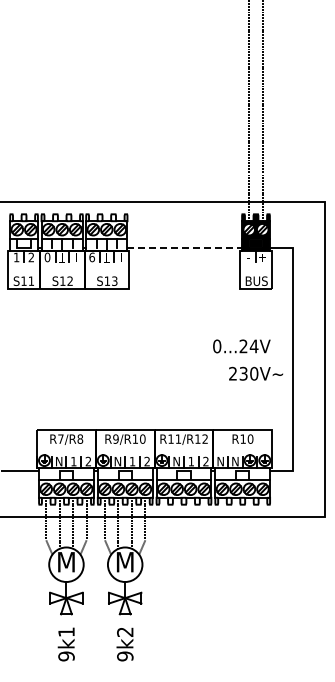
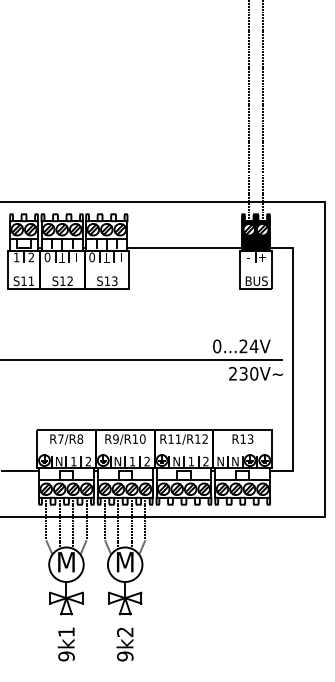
line at (185, 247): dashed -> solid
text at (91, 256): 6 -> 0
line at (142, 359): none -> present
text at (250, 438): R10 -> R13
